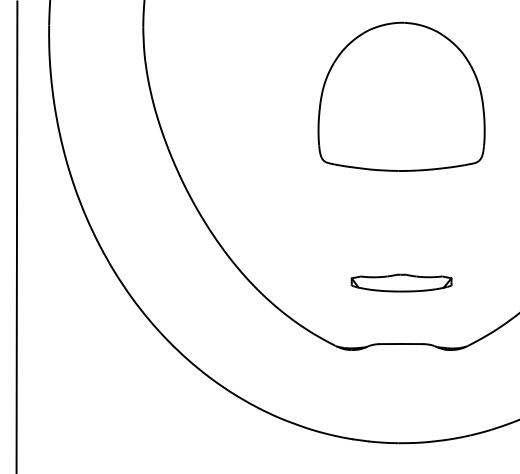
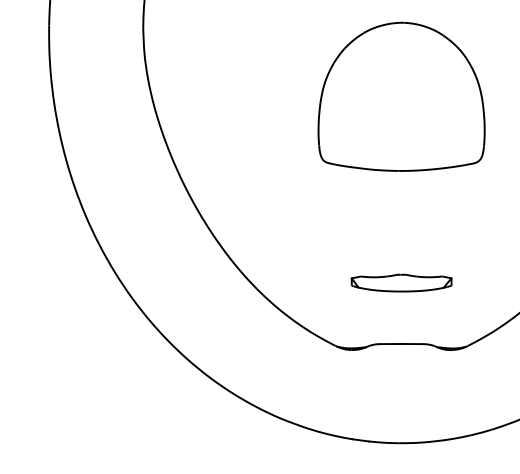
line at (16, 236): present -> none
